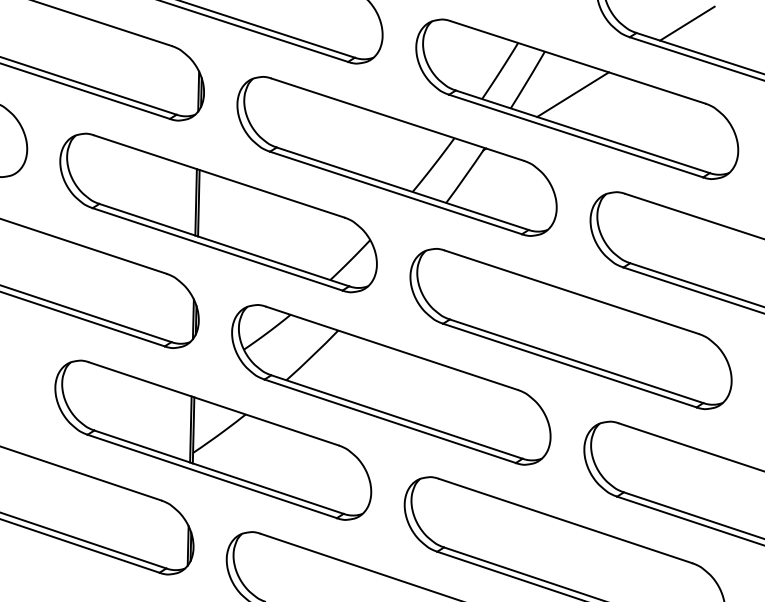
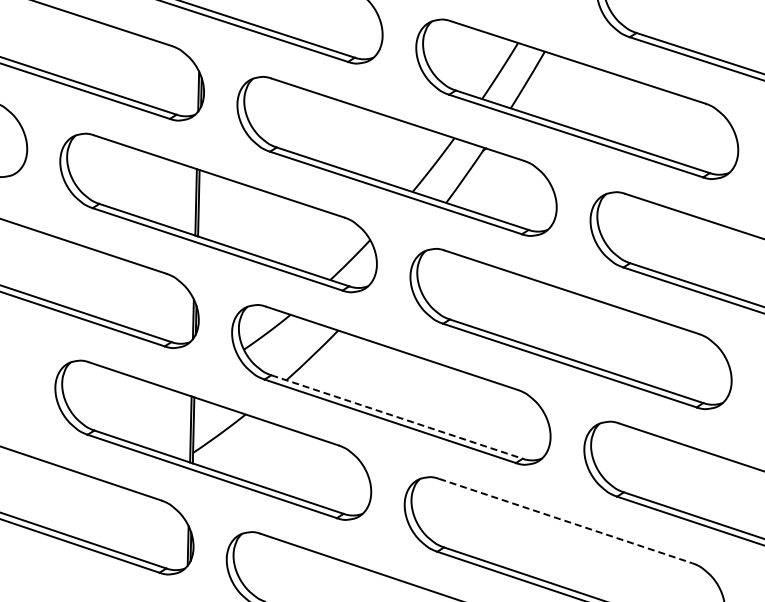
line at (687, 23): present -> none
line at (572, 94): present -> none
line at (397, 417): solid -> dashed
line at (566, 521): solid -> dashed
